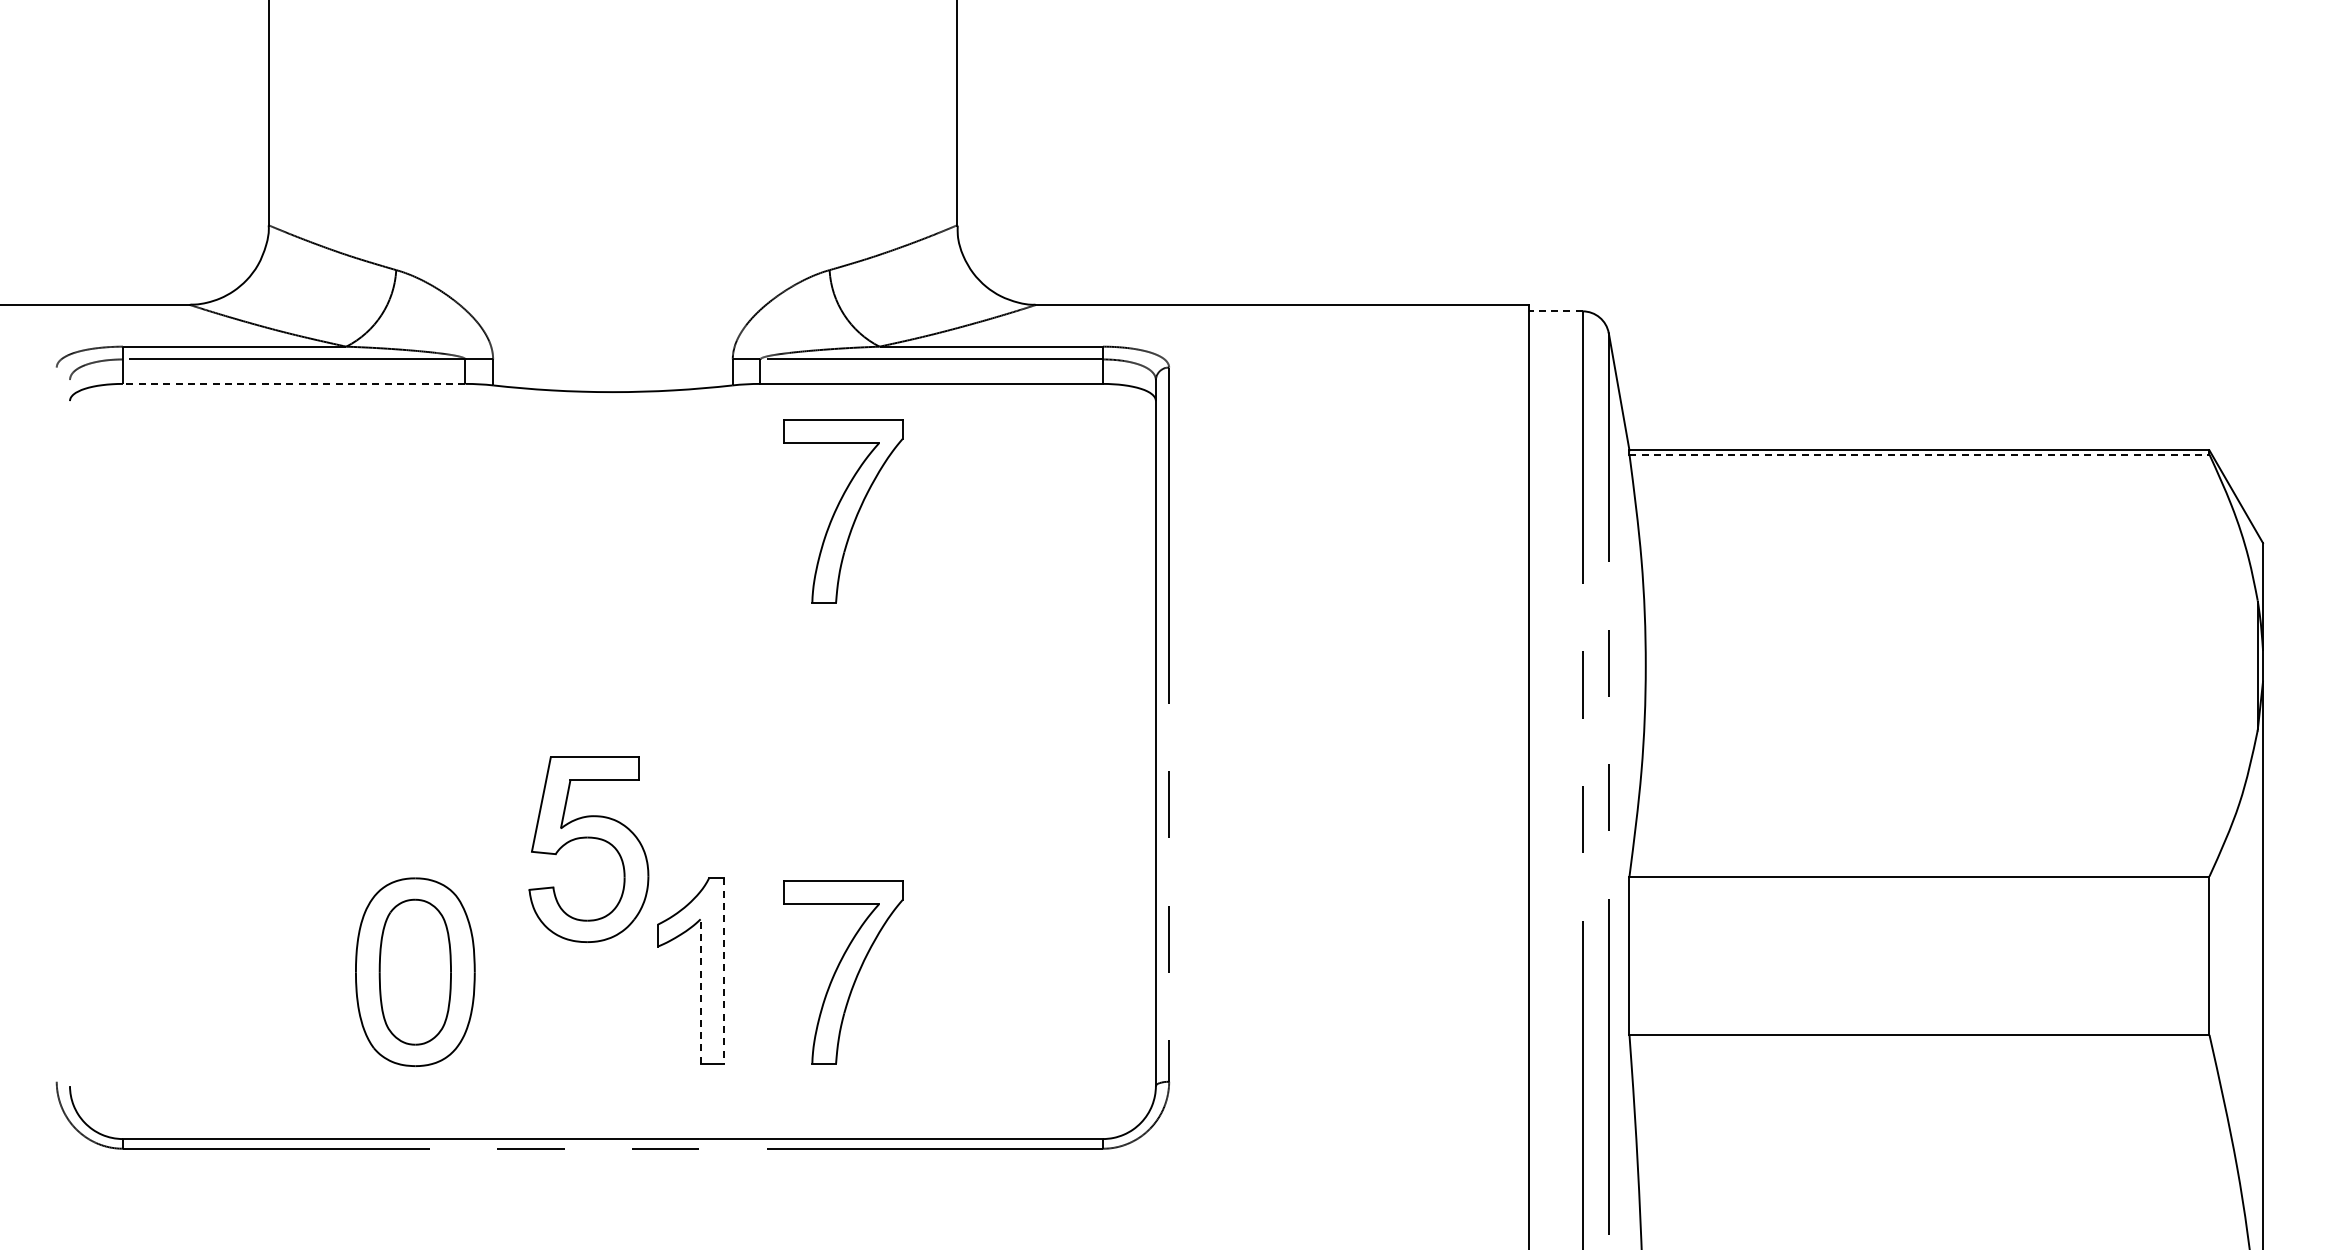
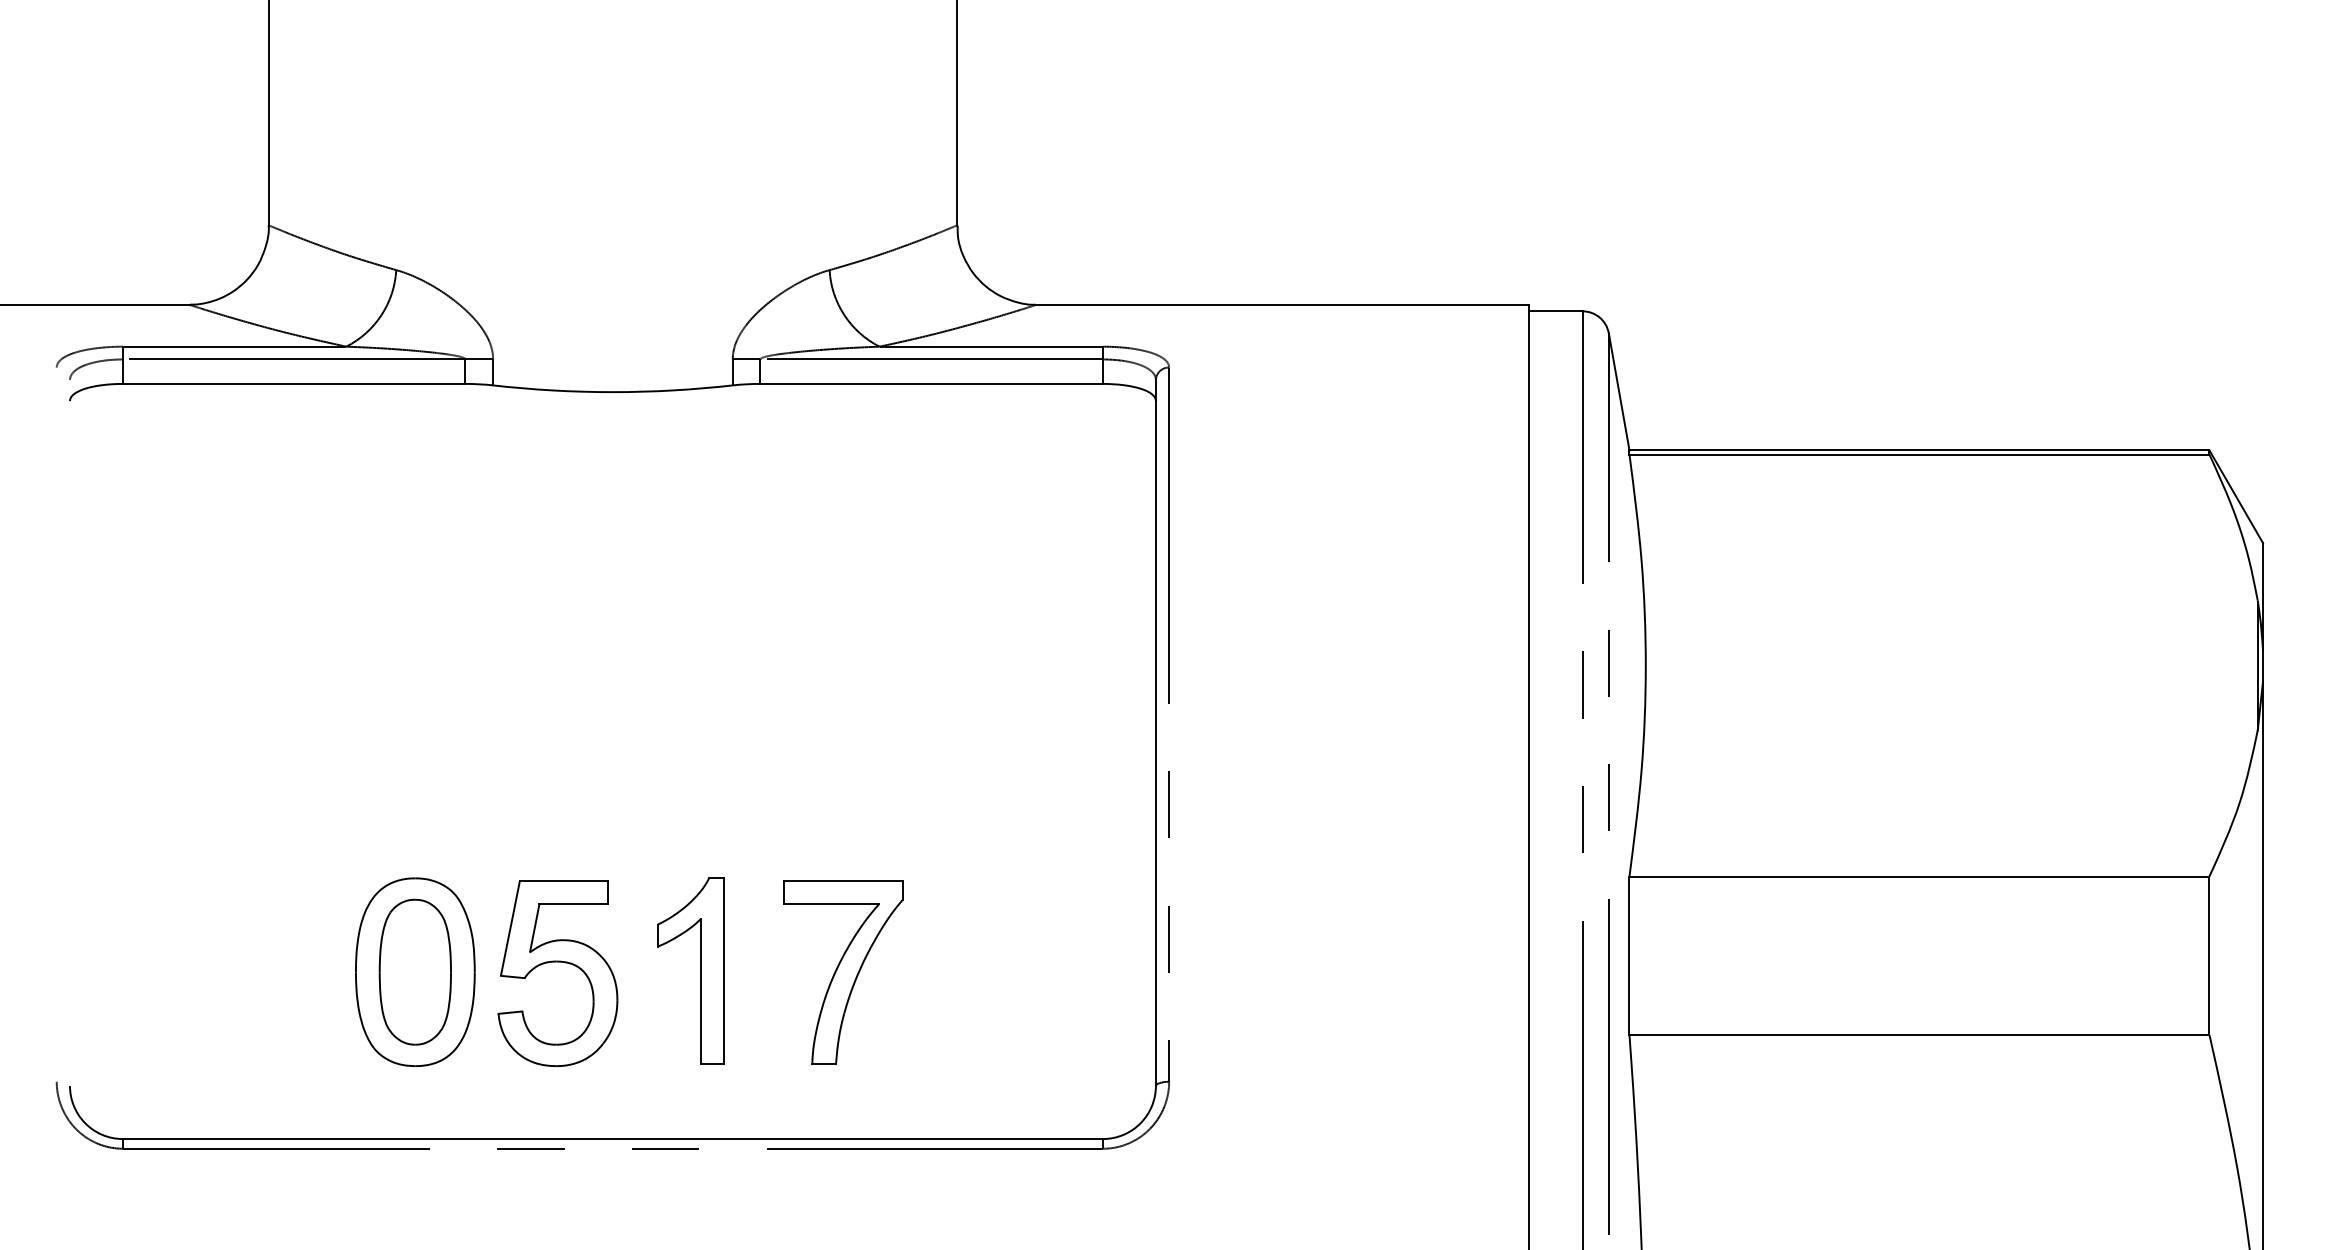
line at (1556, 311): dashed -> solid
line at (293, 383): dashed -> solid
line at (1919, 454): dashed -> solid
part at (843, 511): present -> none
part at (588, 838) position: (588, 838) -> (557, 962)
line at (724, 971): dashed -> solid
line at (700, 991): dashed -> solid
